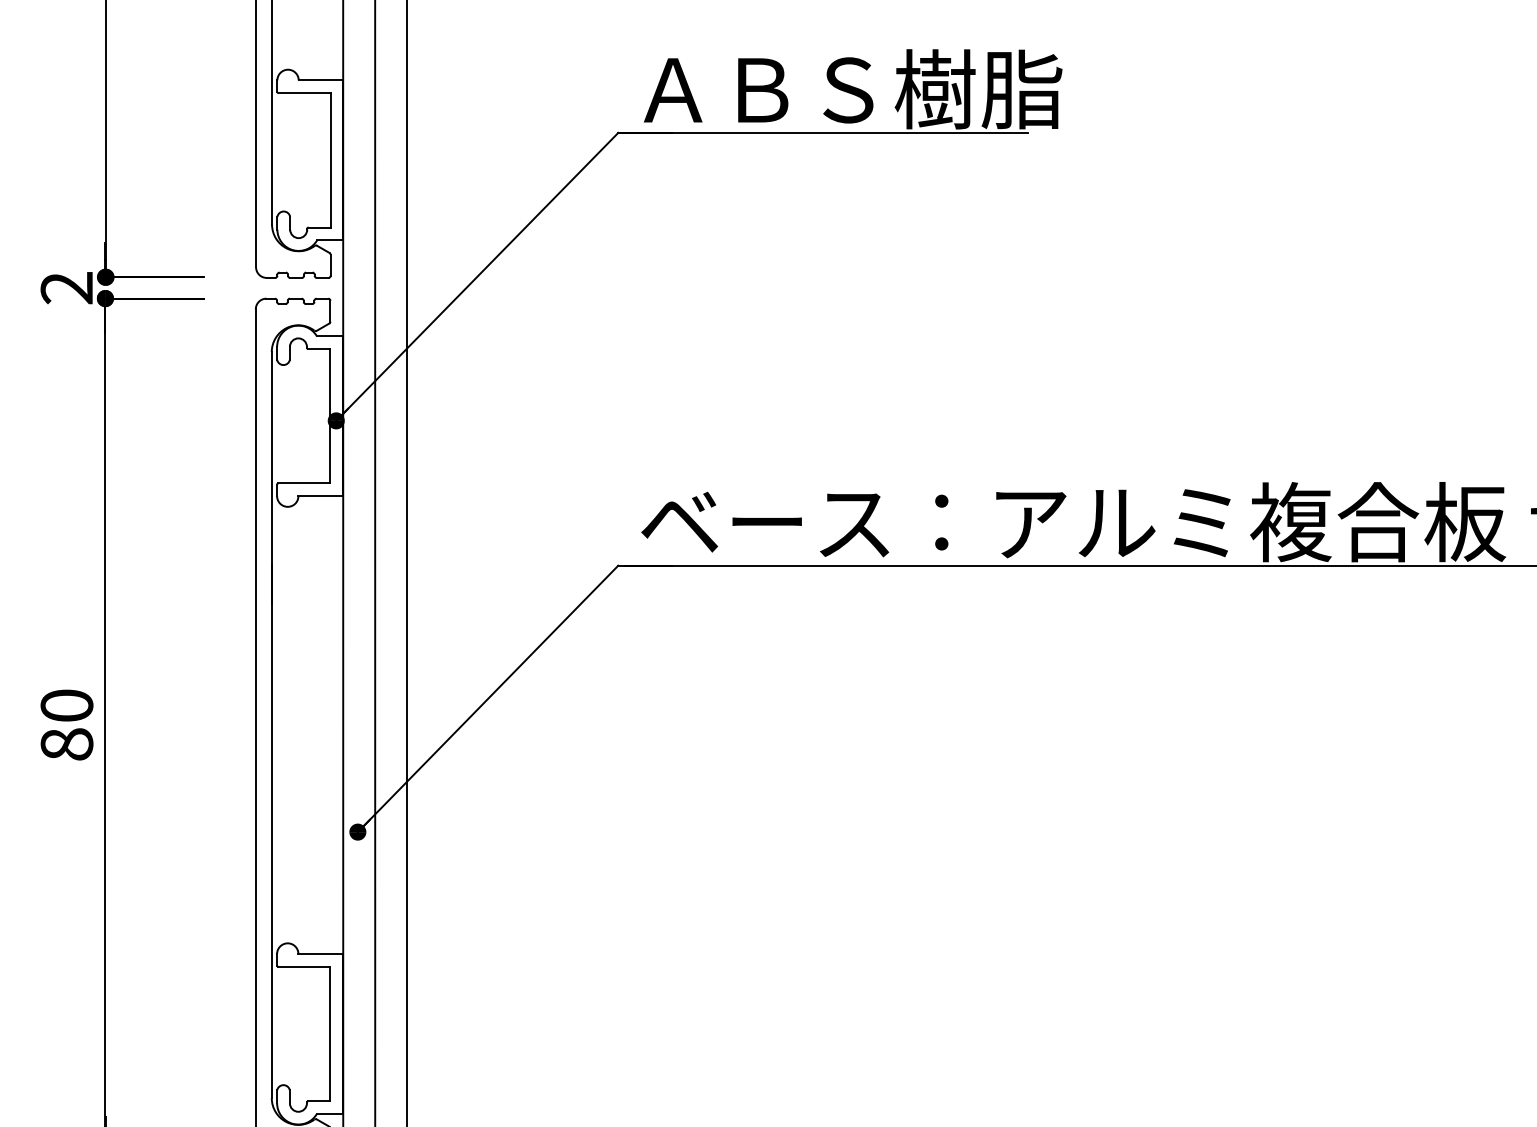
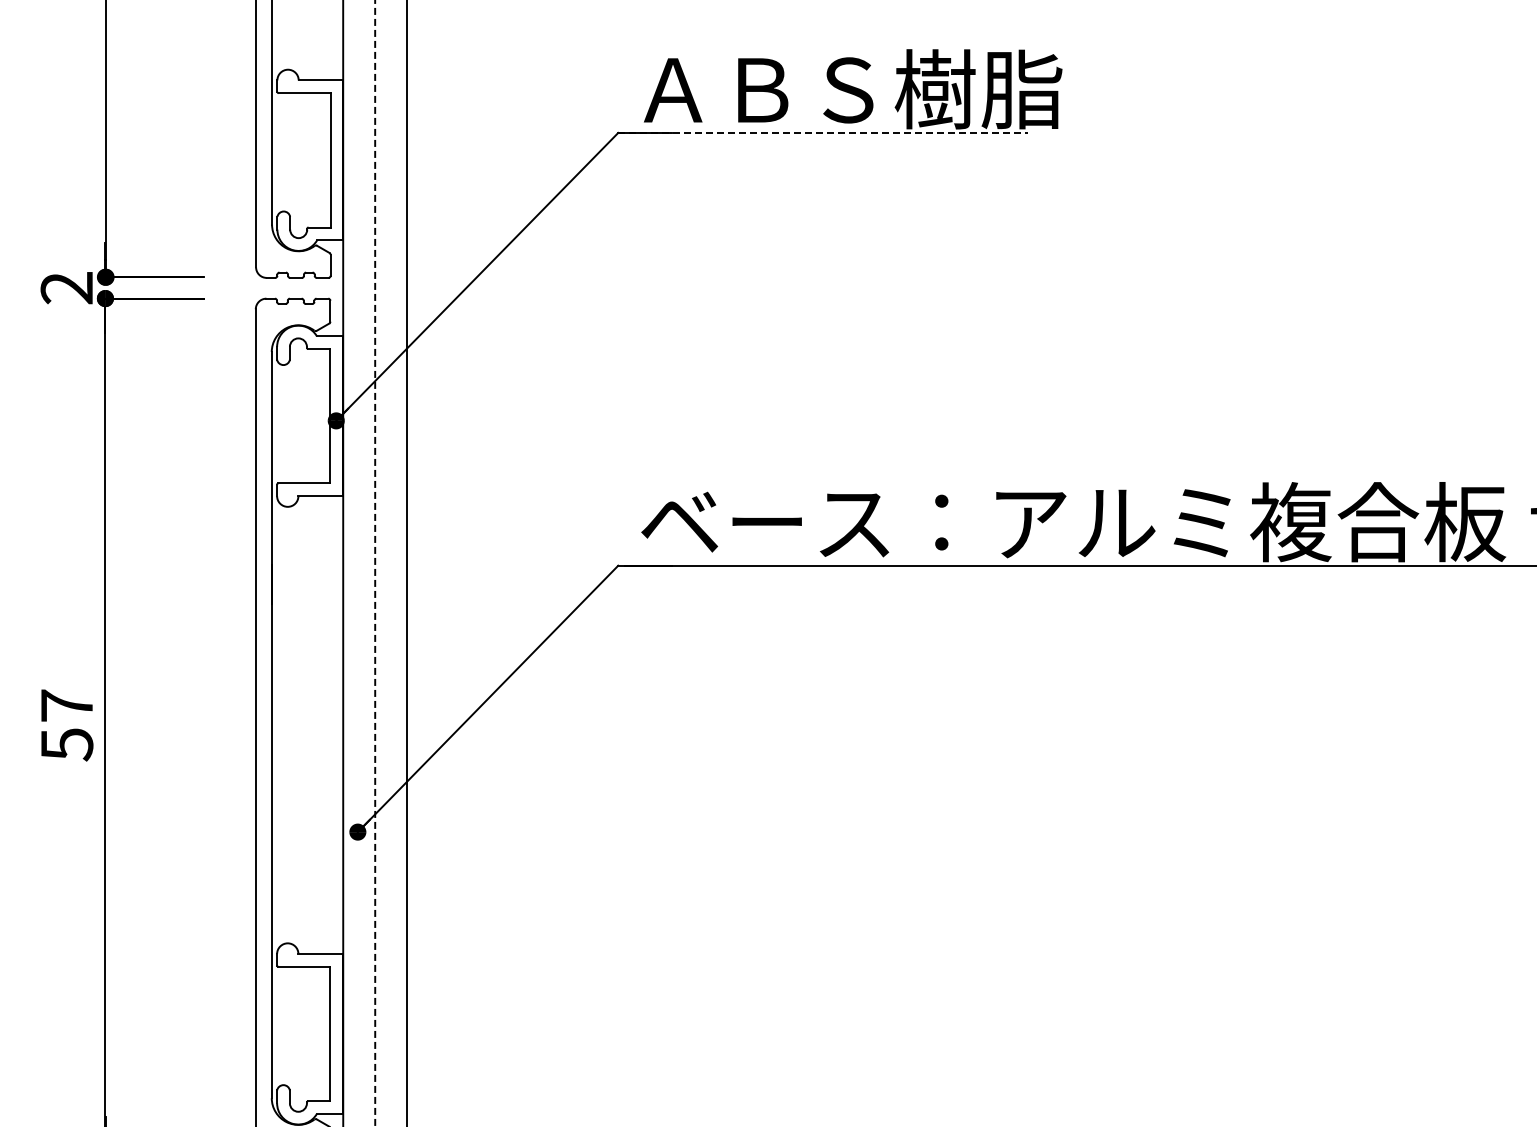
line at (823, 132): solid -> dashed
line at (375, 563): solid -> dashed
text at (66, 725): 80 -> 57
